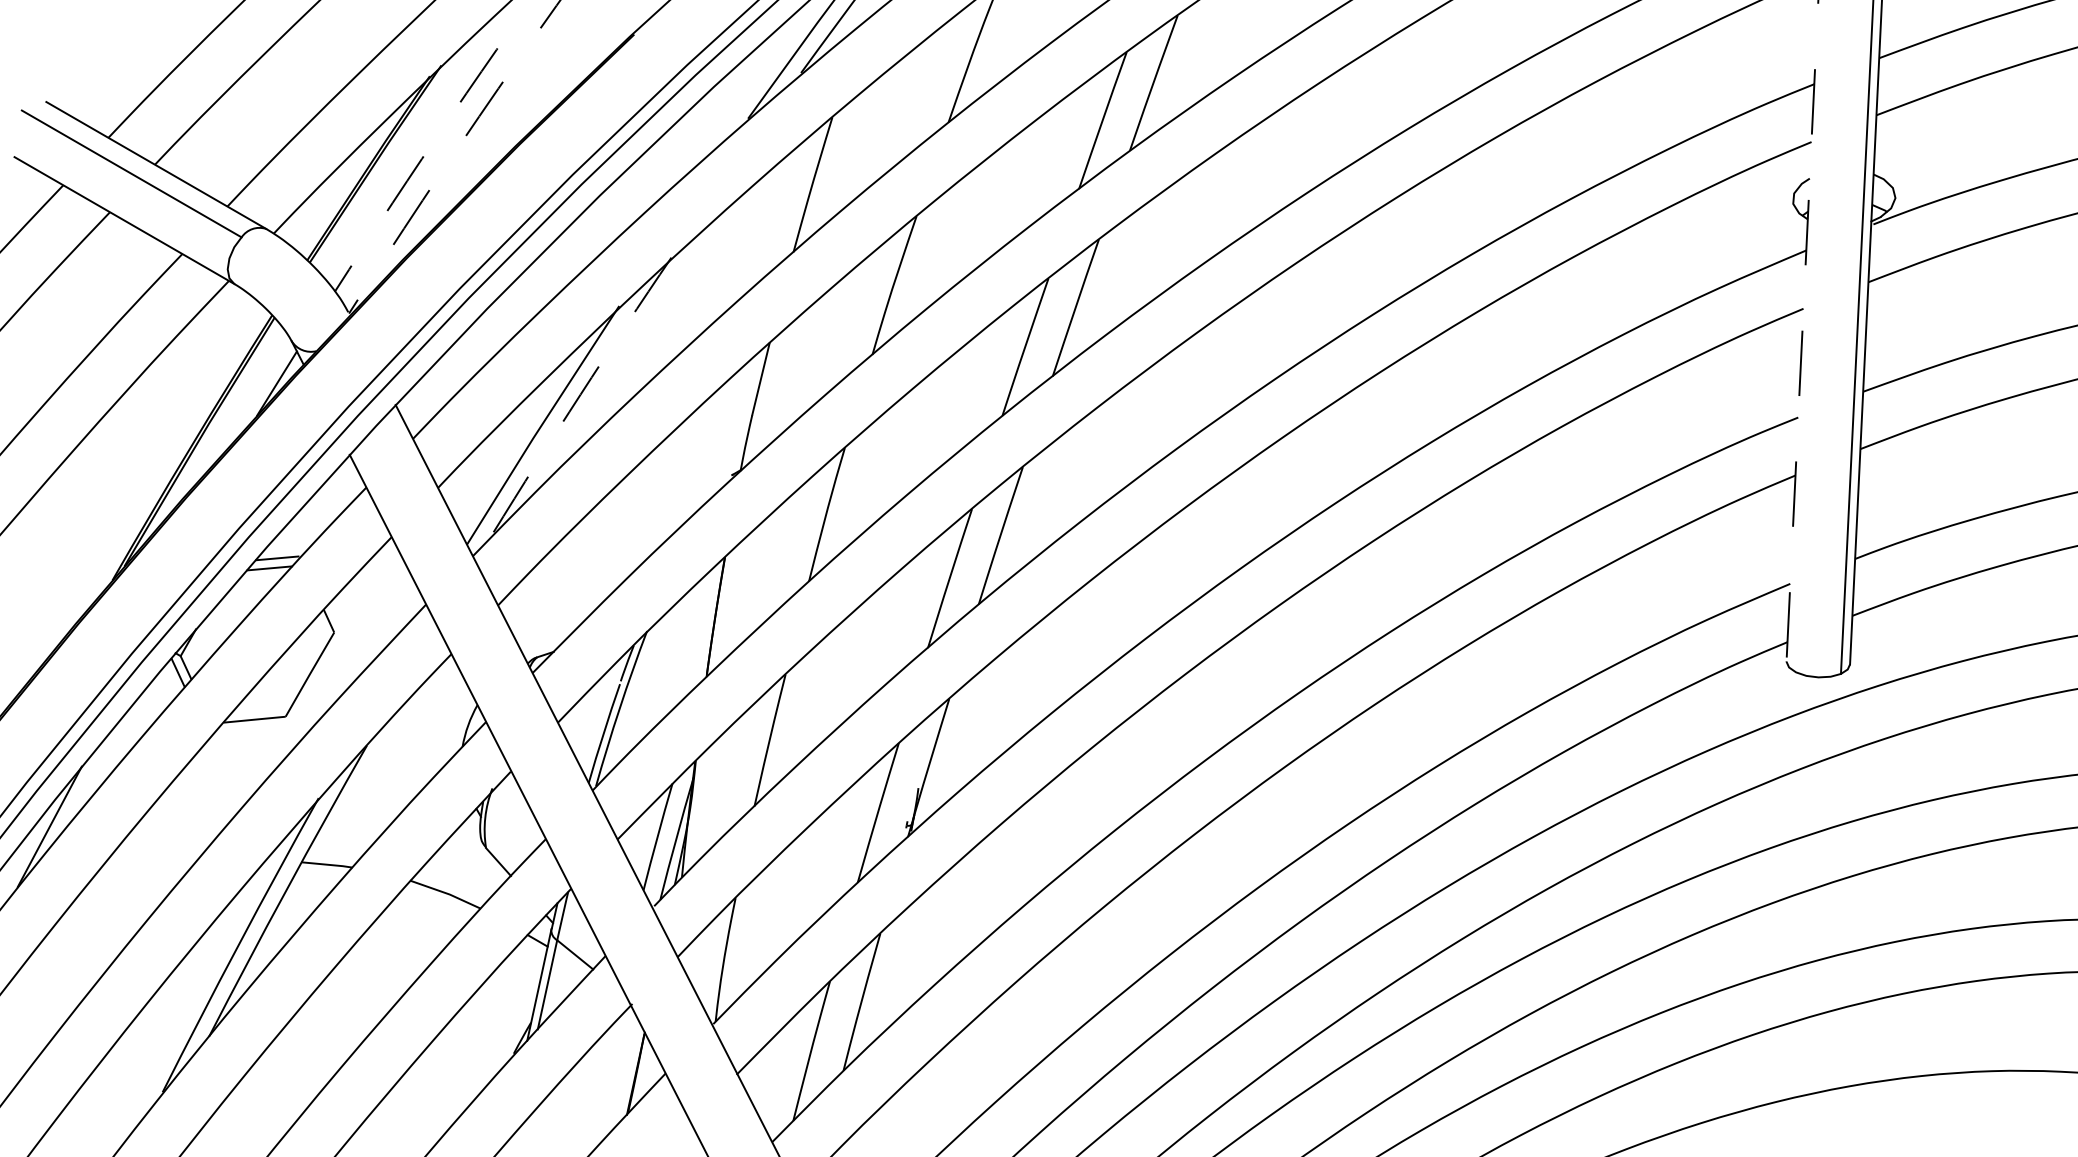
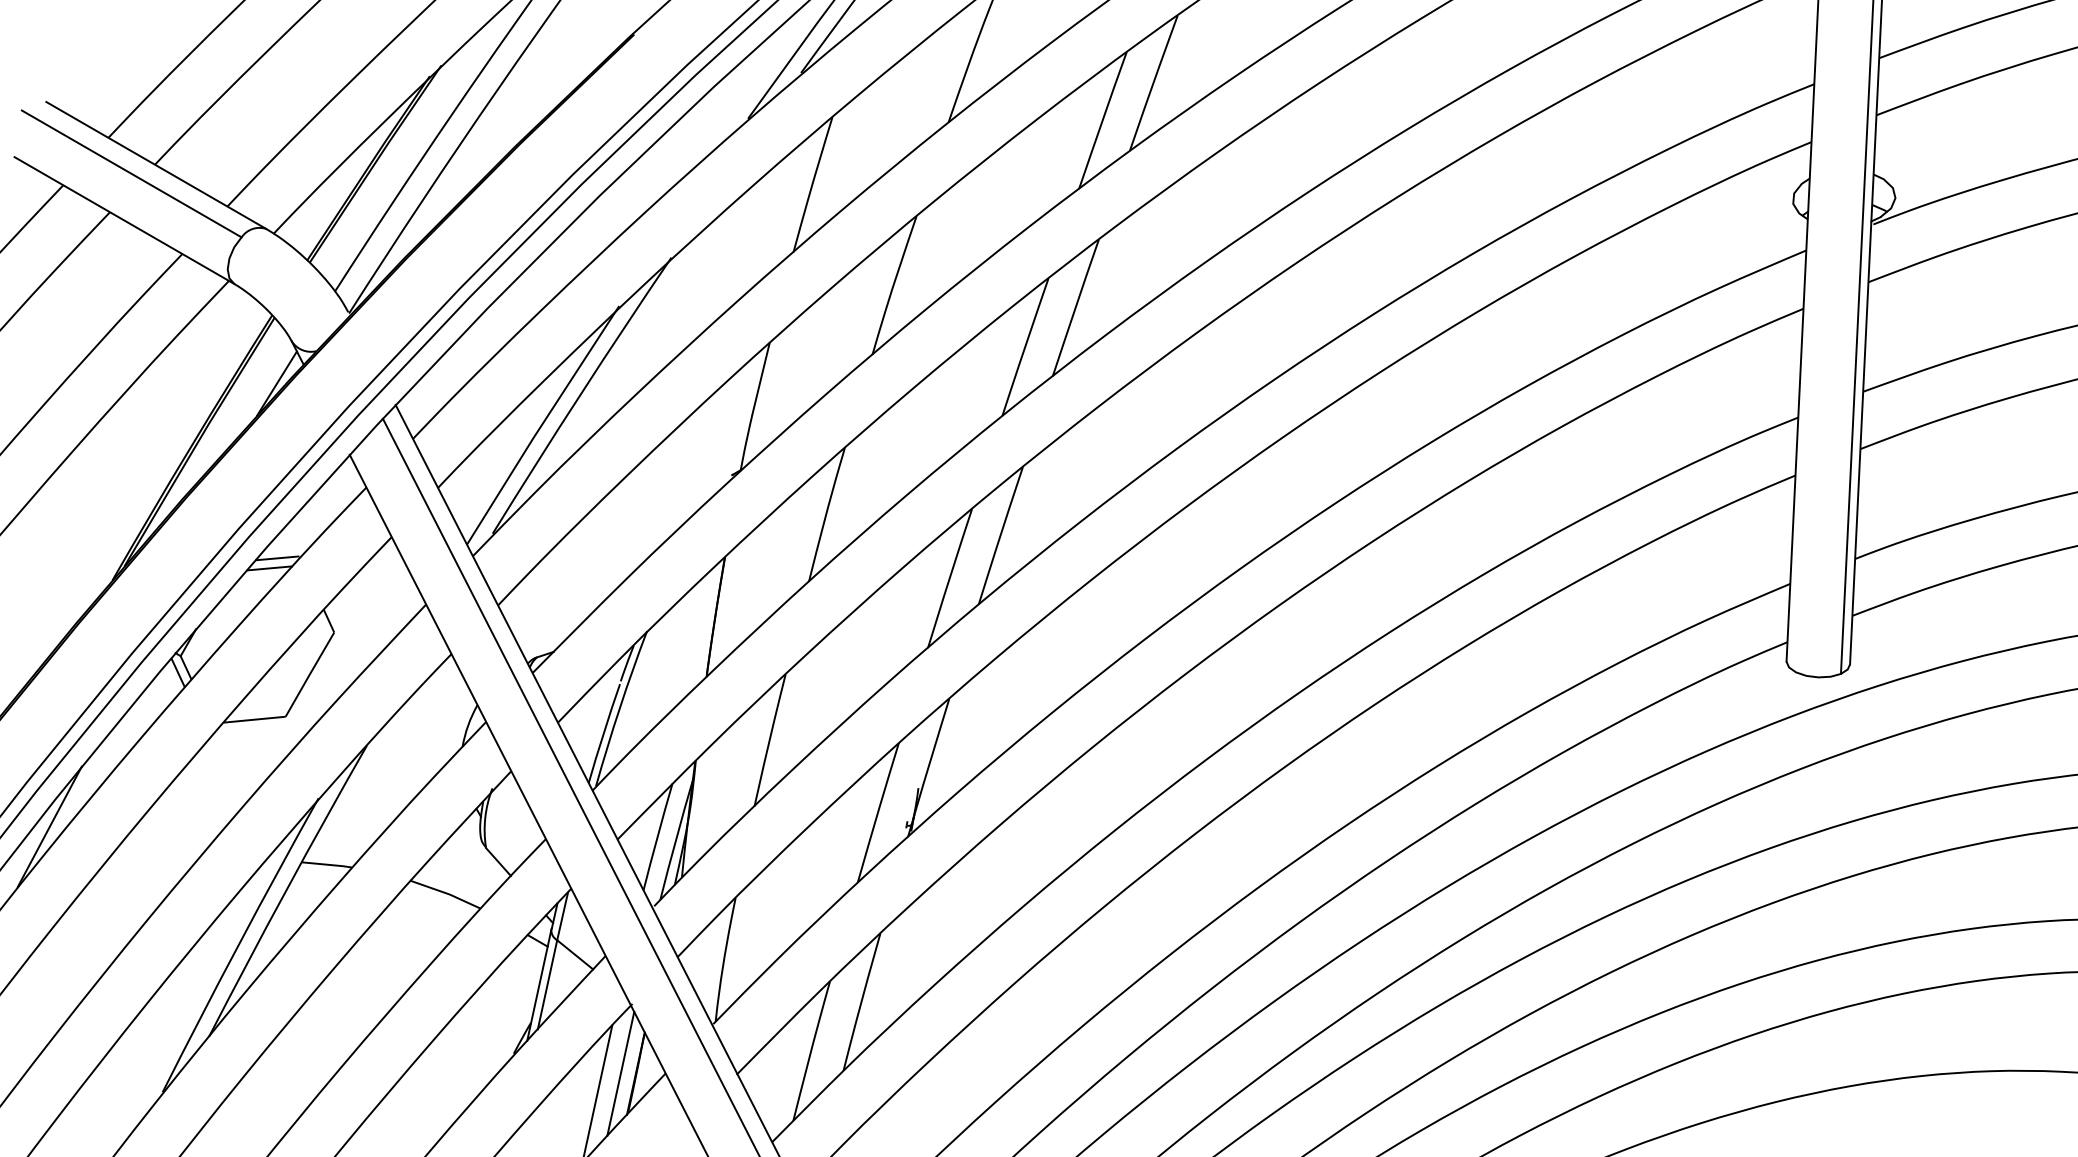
arc at (431, 144): dashed -> solid
arc at (453, 155): dashed -> solid
line at (1802, 330): dashed -> solid
arc at (580, 394): dashed -> solid
line at (569, 785): none -> present
line at (620, 1073): none -> present
line at (598, 1089): none -> present
